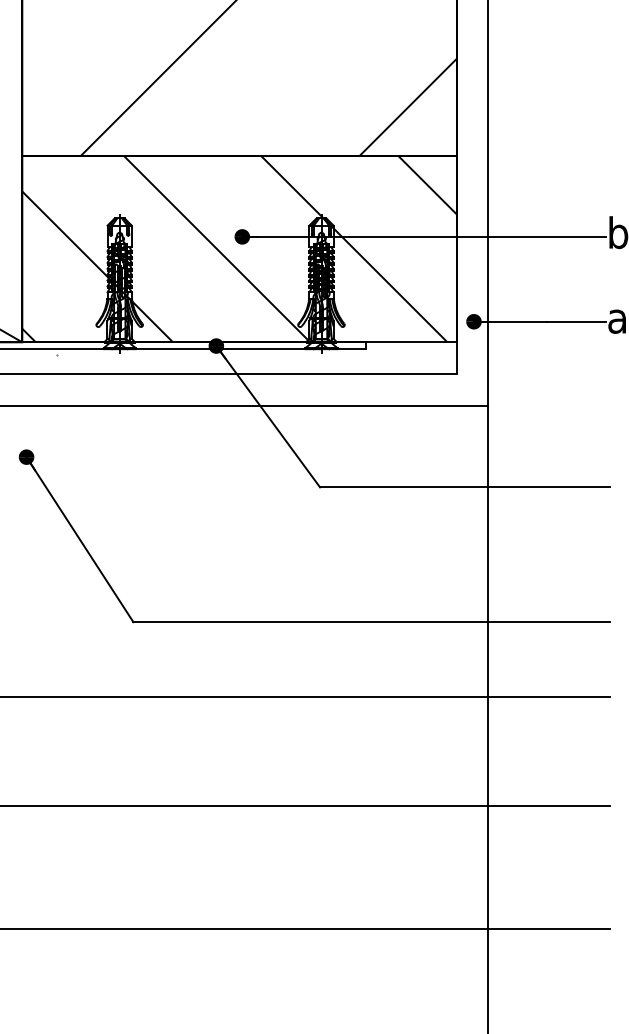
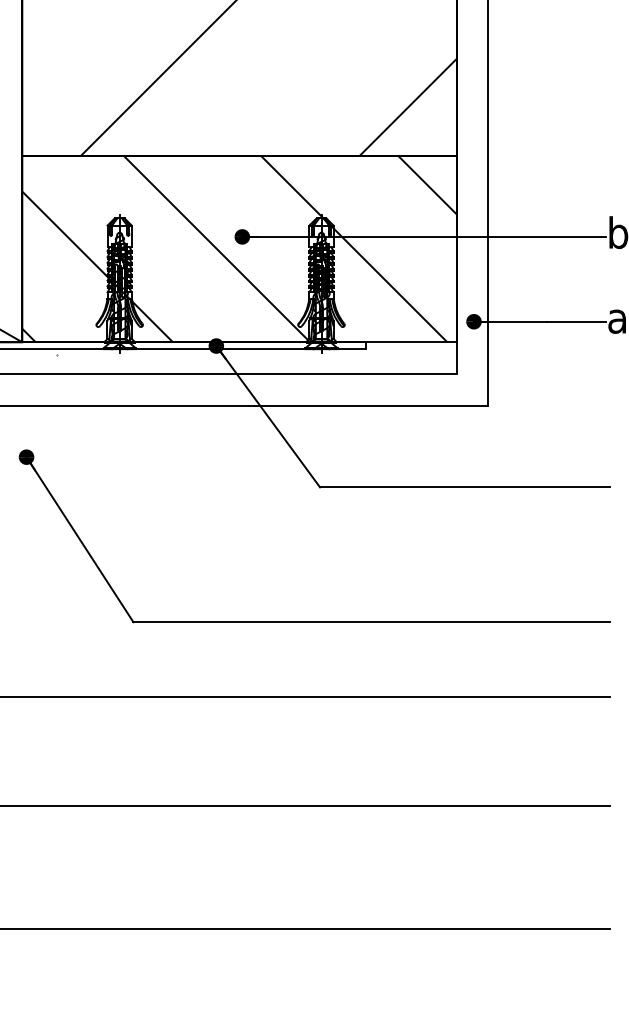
line at (488, 717): present -> none
